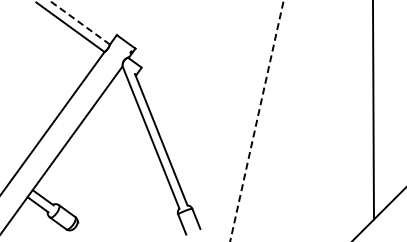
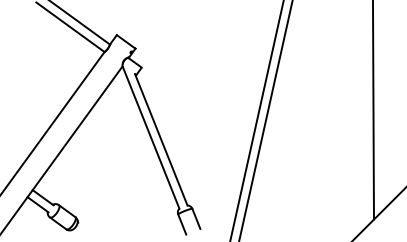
line at (79, 22): dashed -> solid
line at (265, 120): none -> present
line at (256, 121): dashed -> solid
